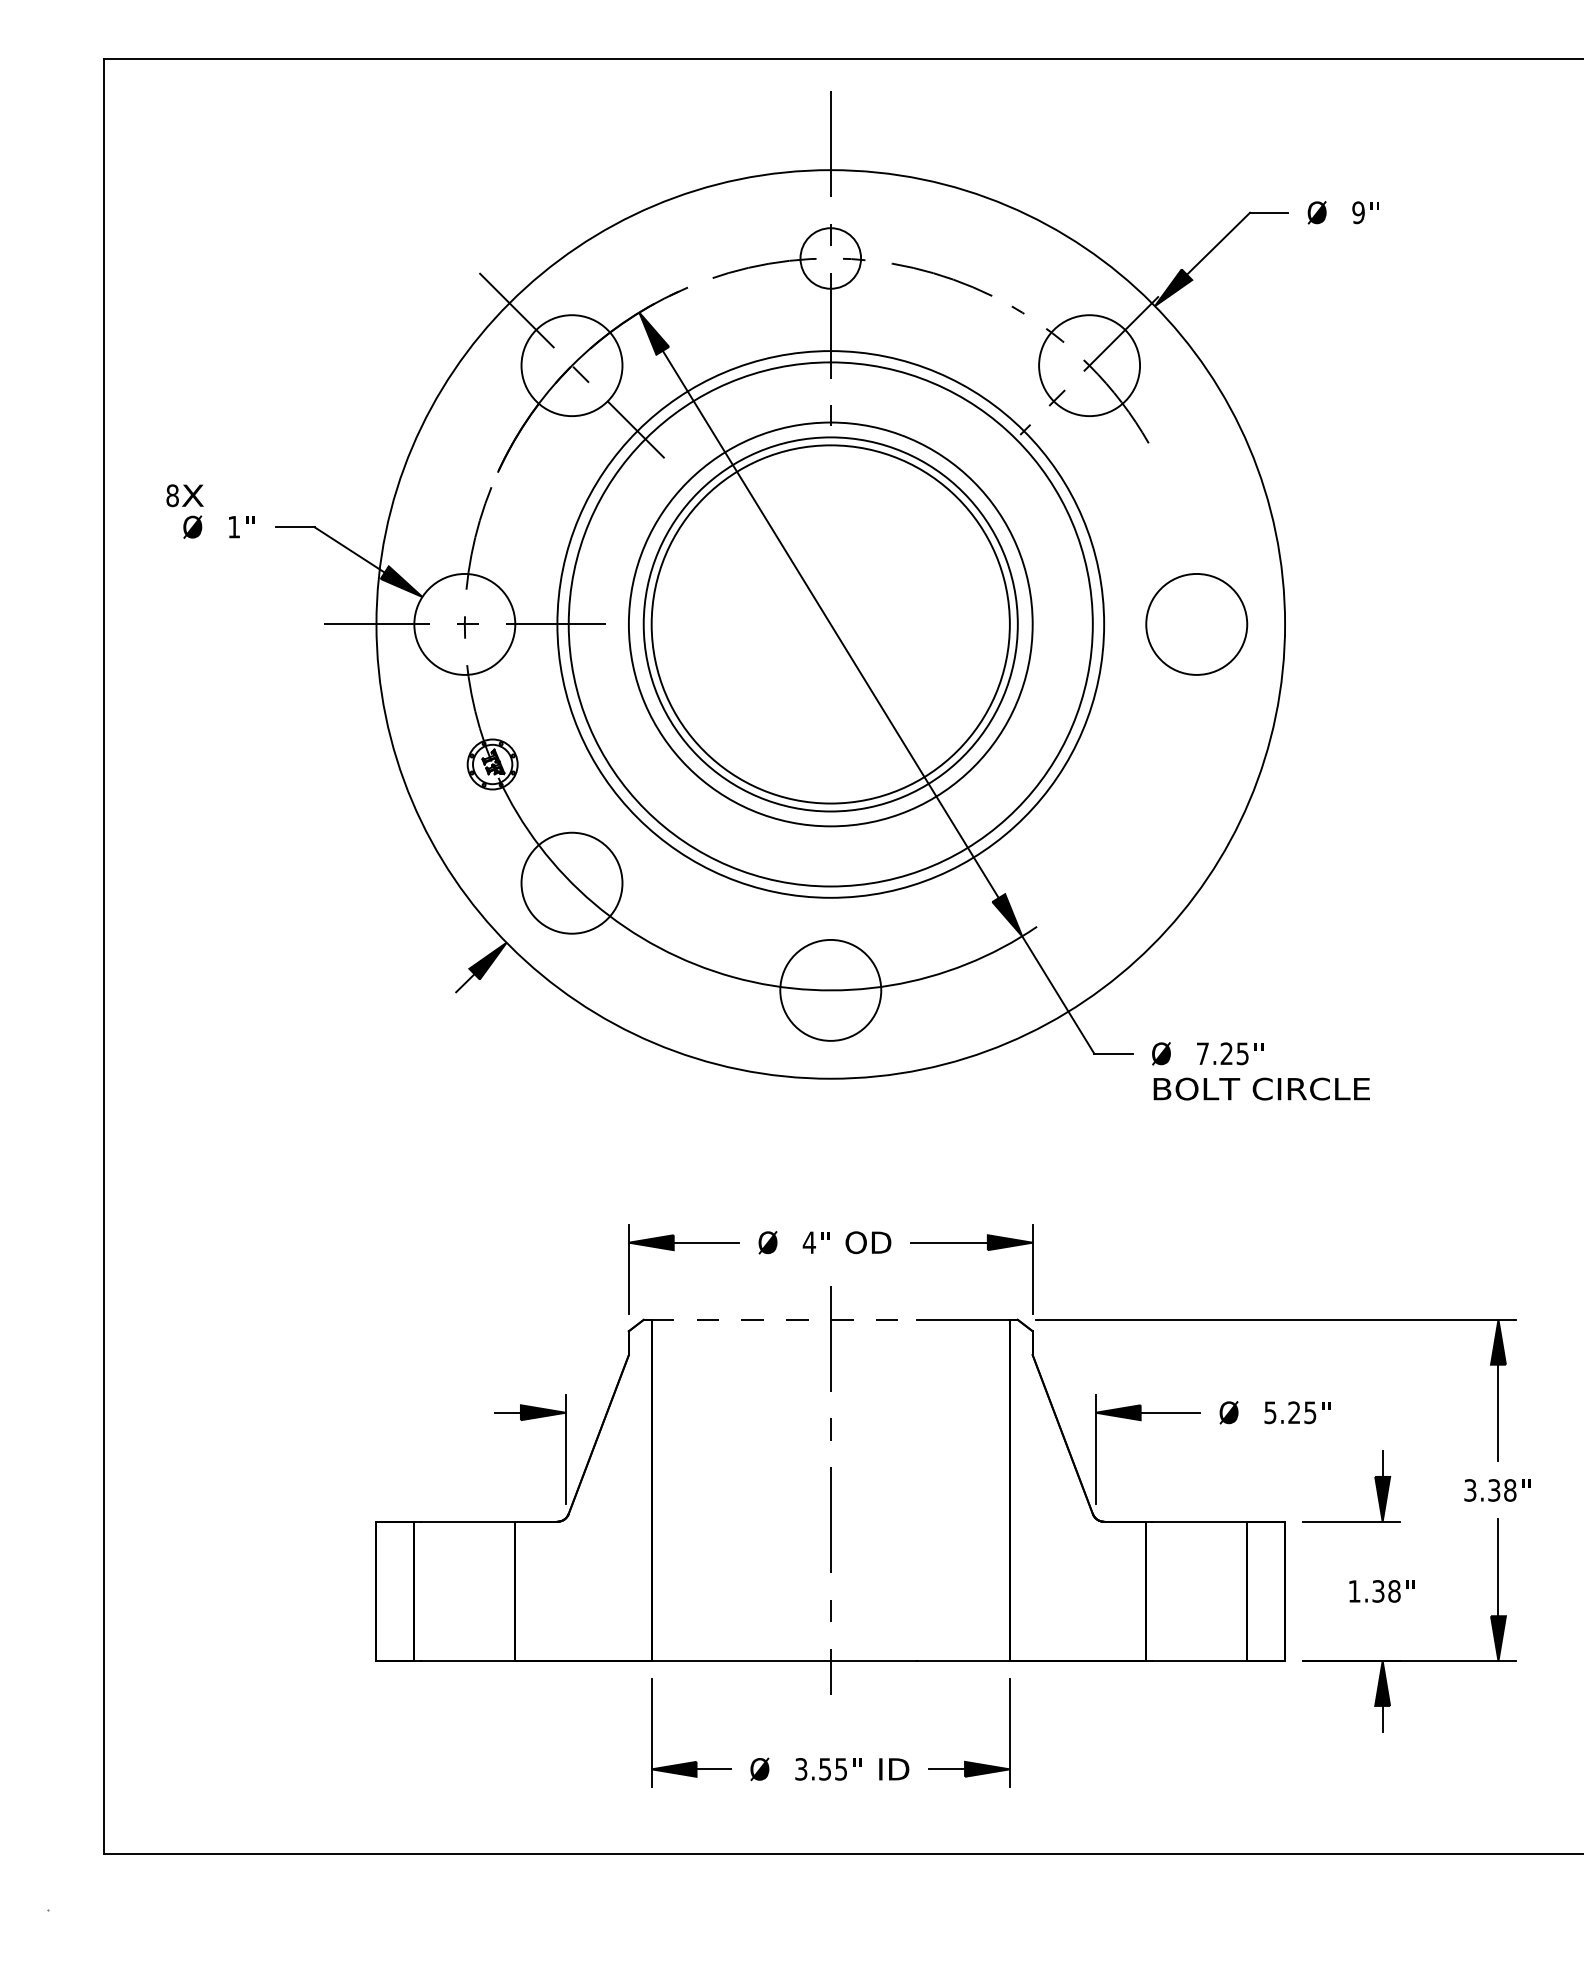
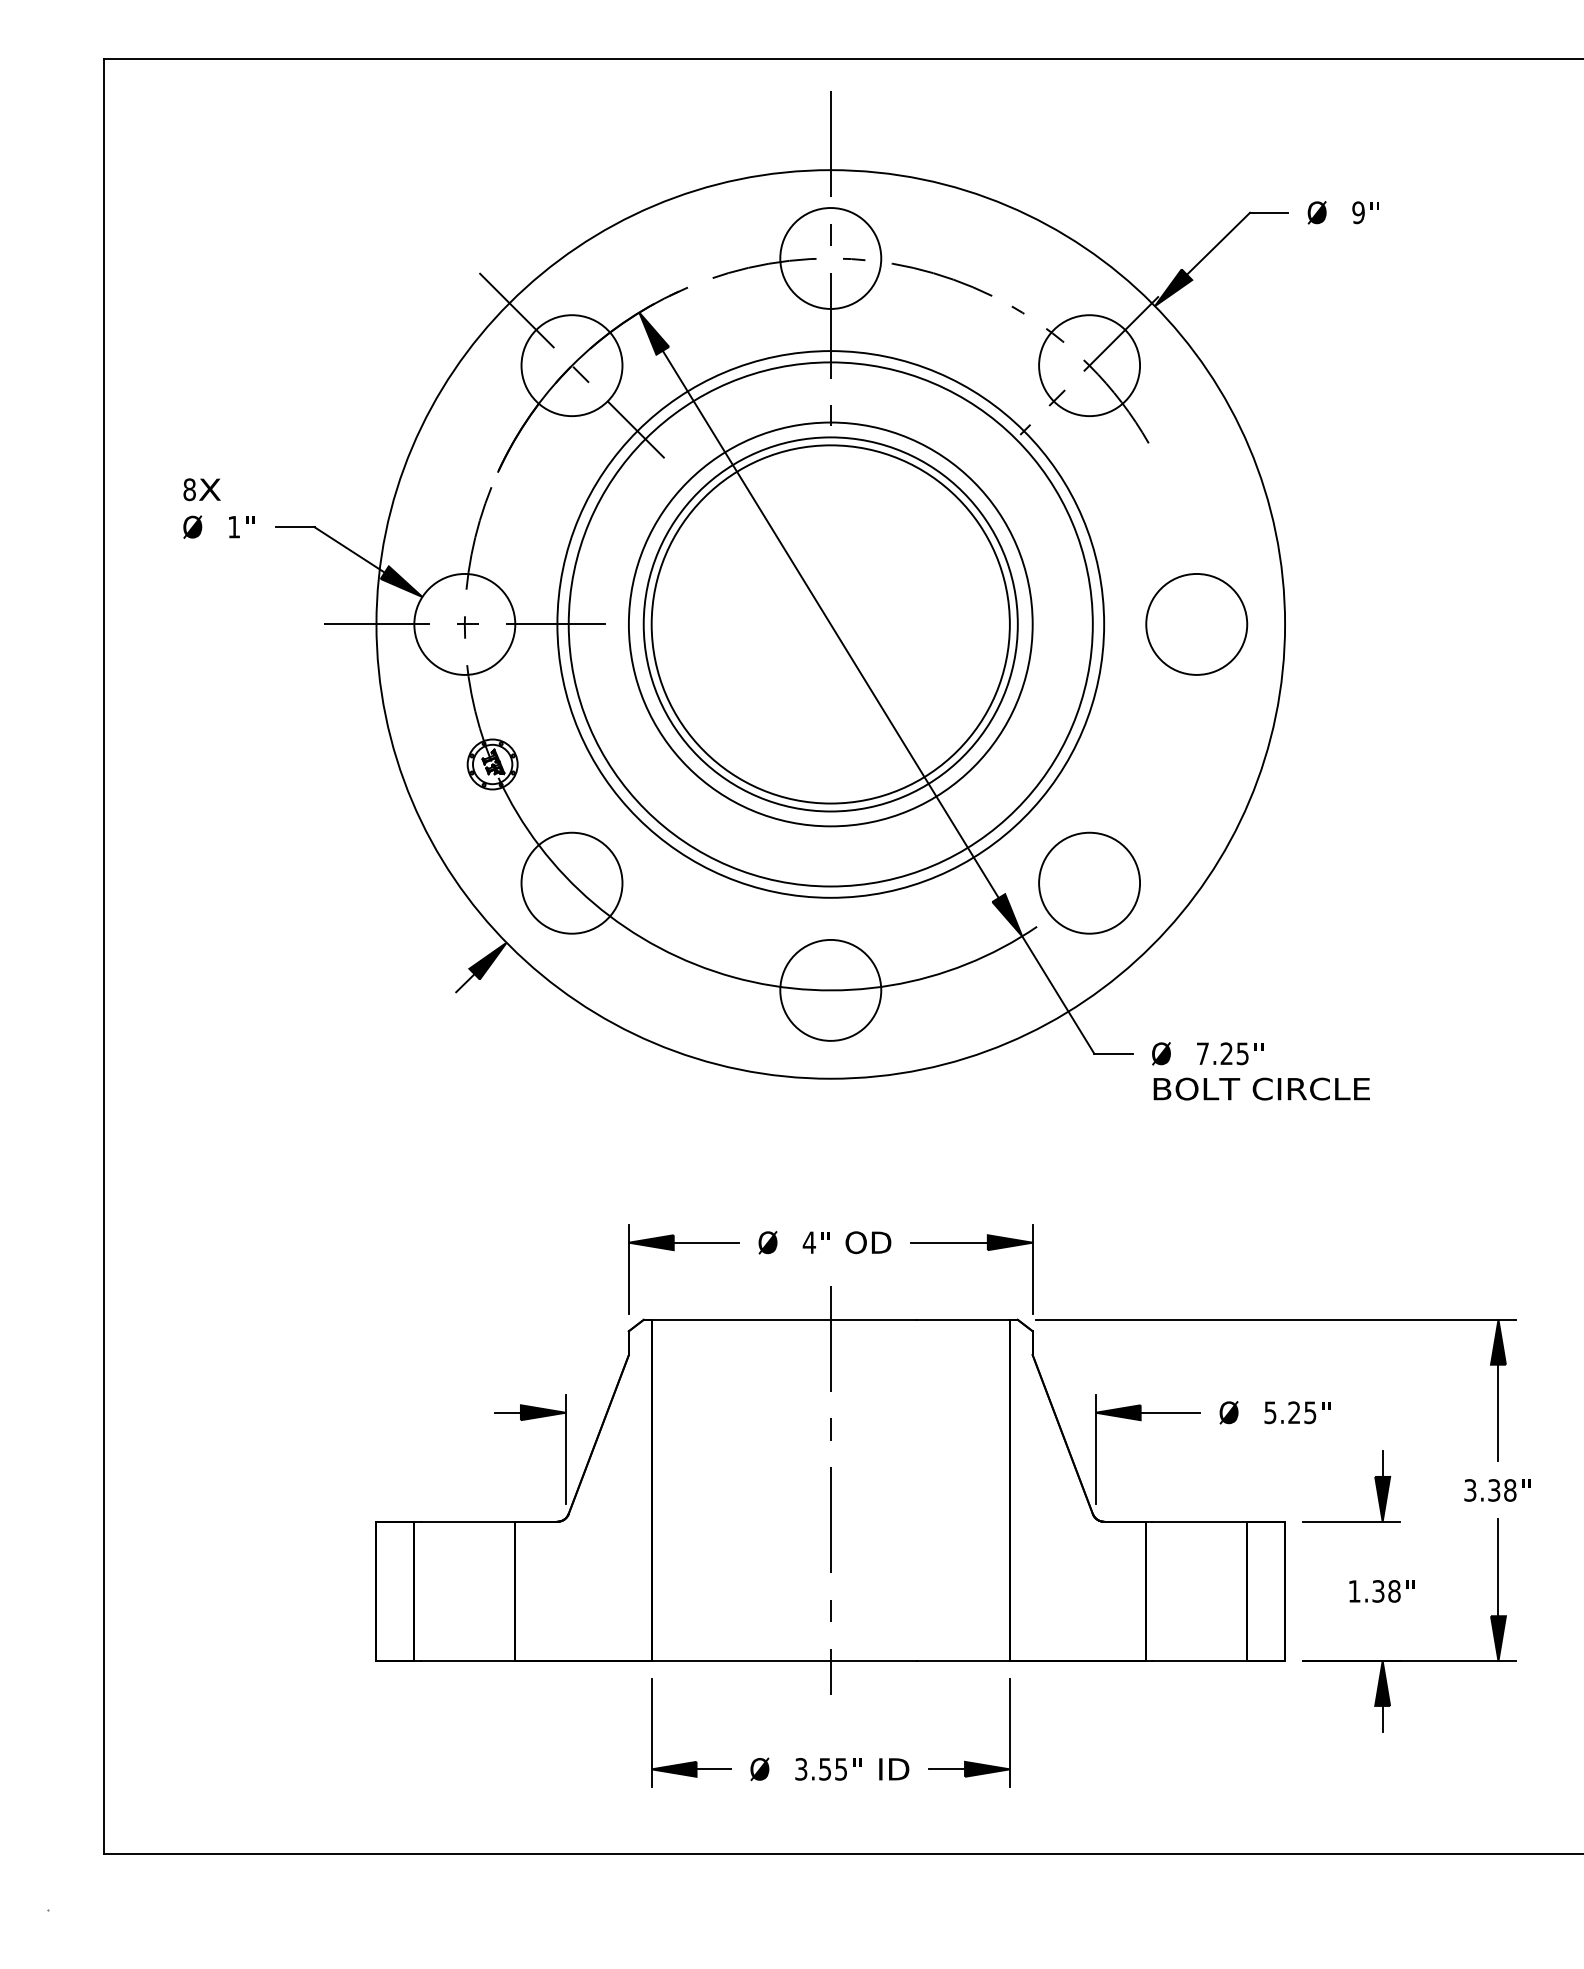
circle at (830, 258) diameter: 61 px -> 101 px
text at (184, 495) position: (184, 495) -> (201, 489)
circle at (1089, 882): none -> present
line at (784, 1319): dashed -> solid
